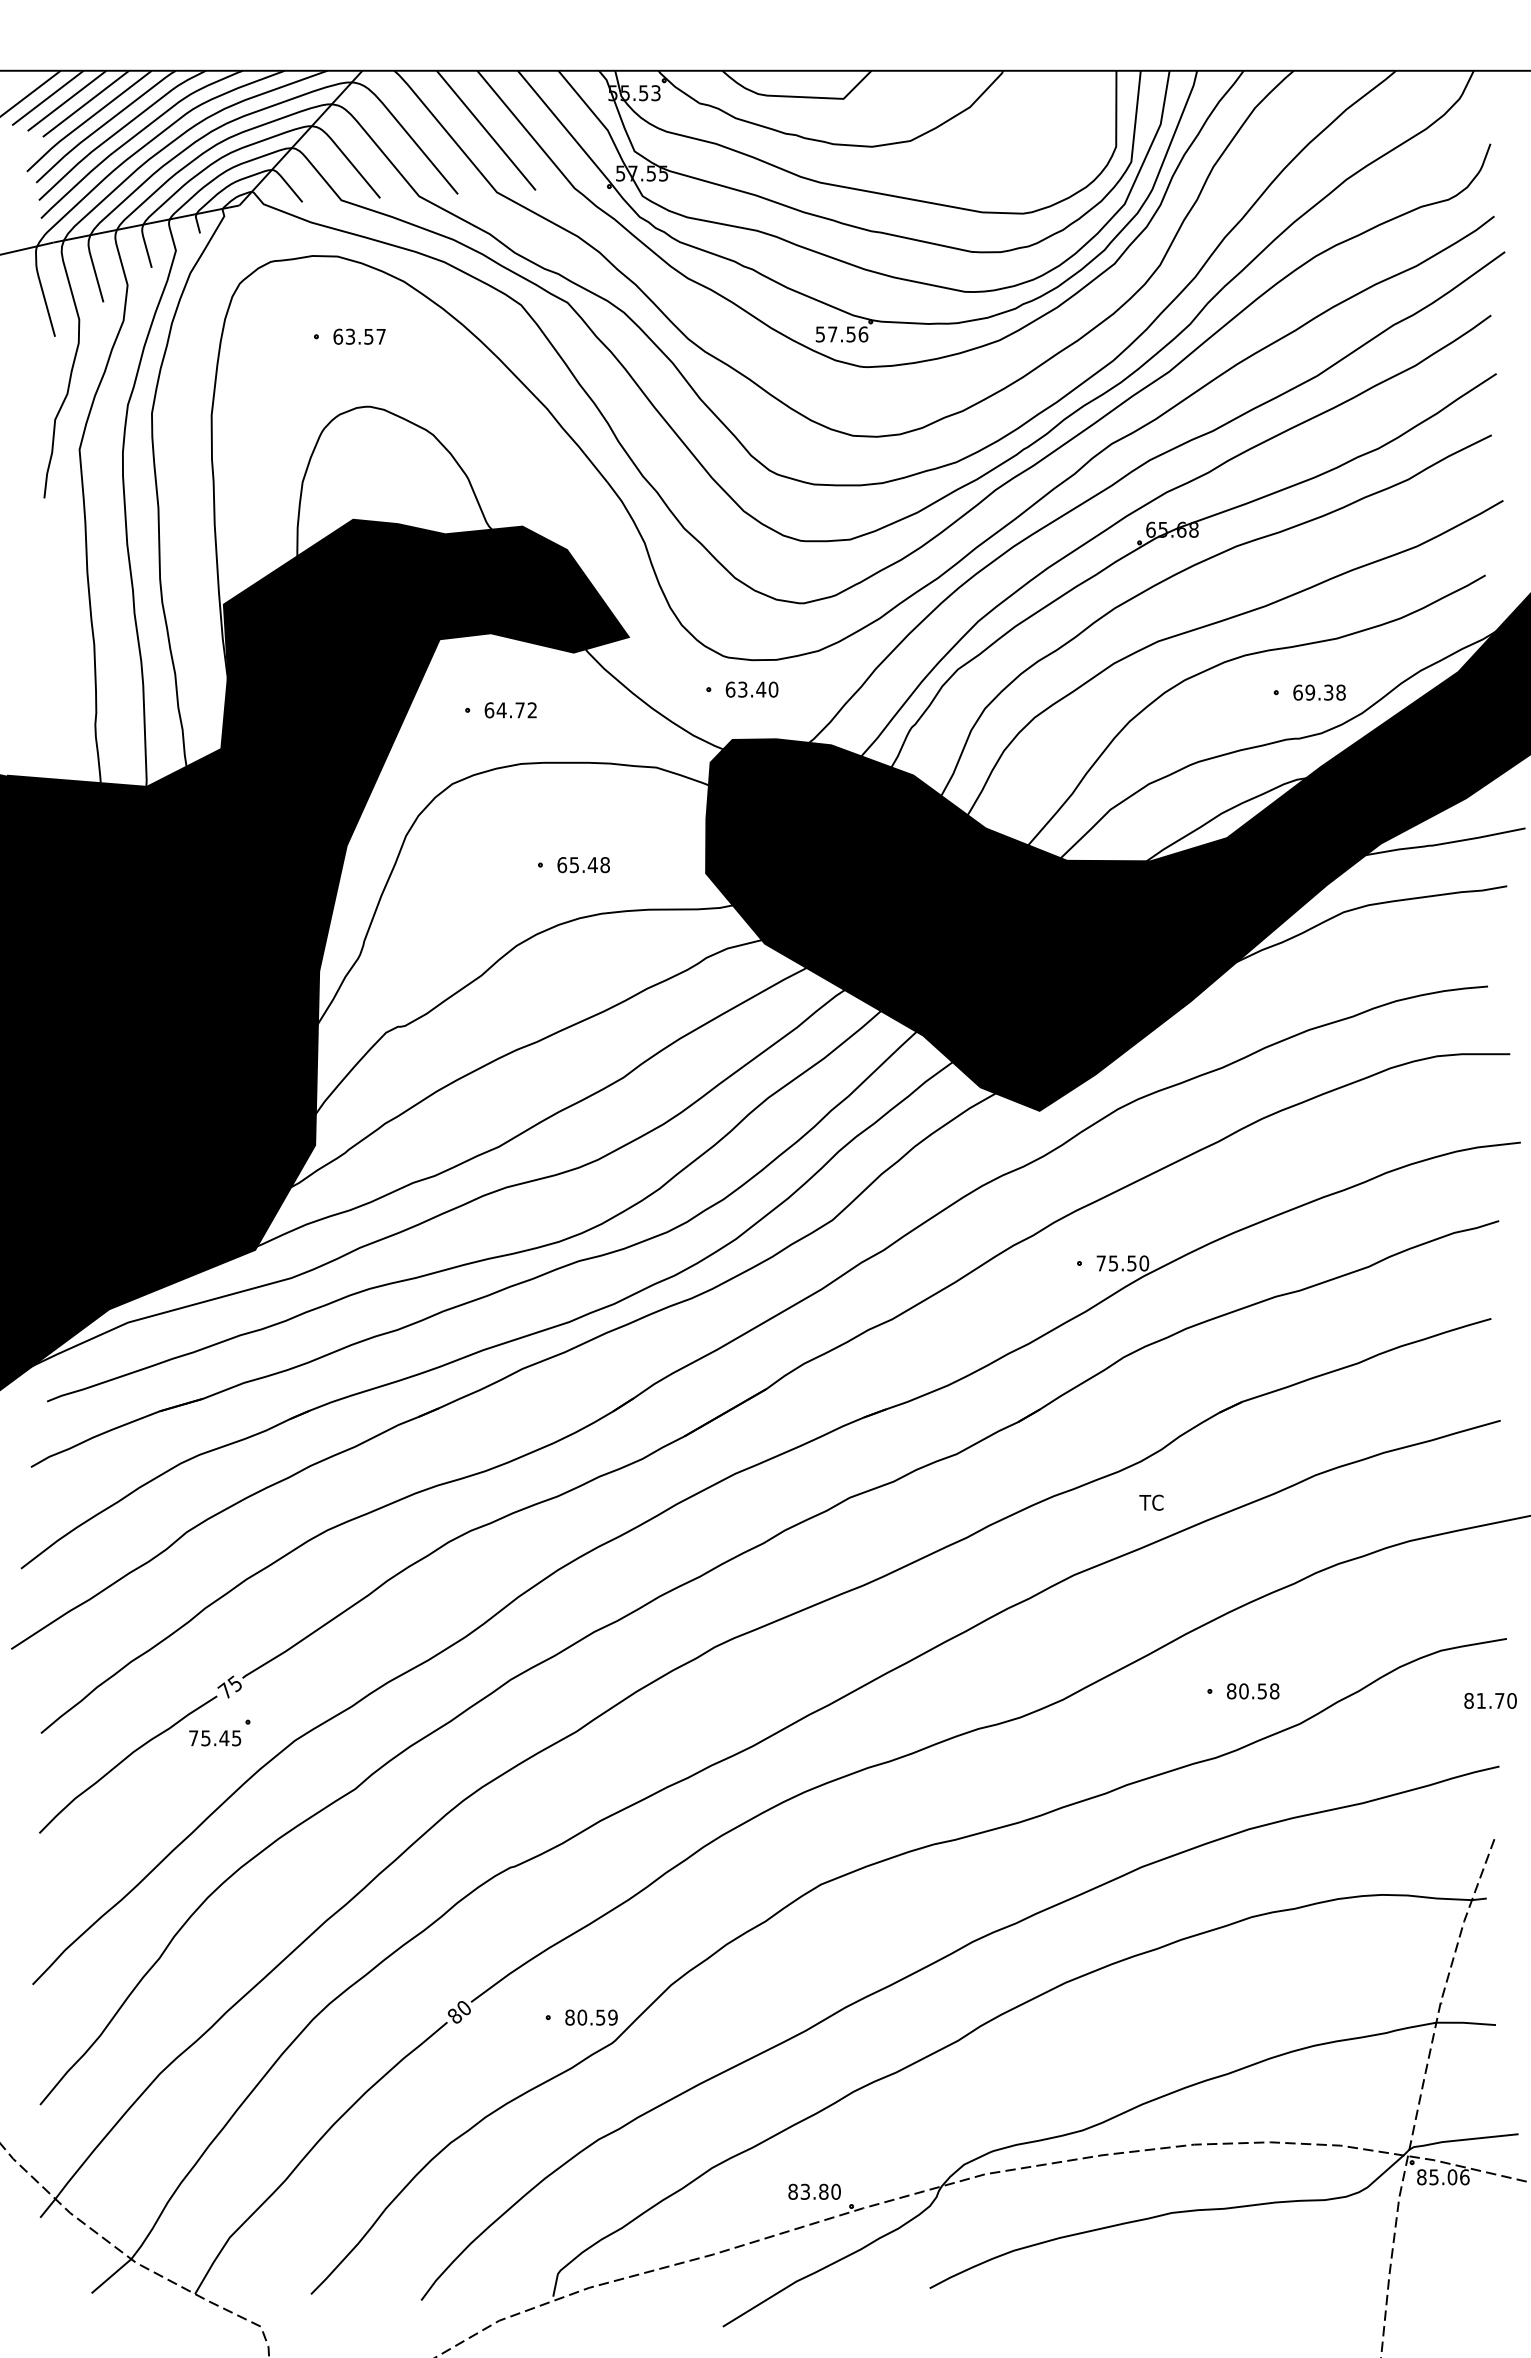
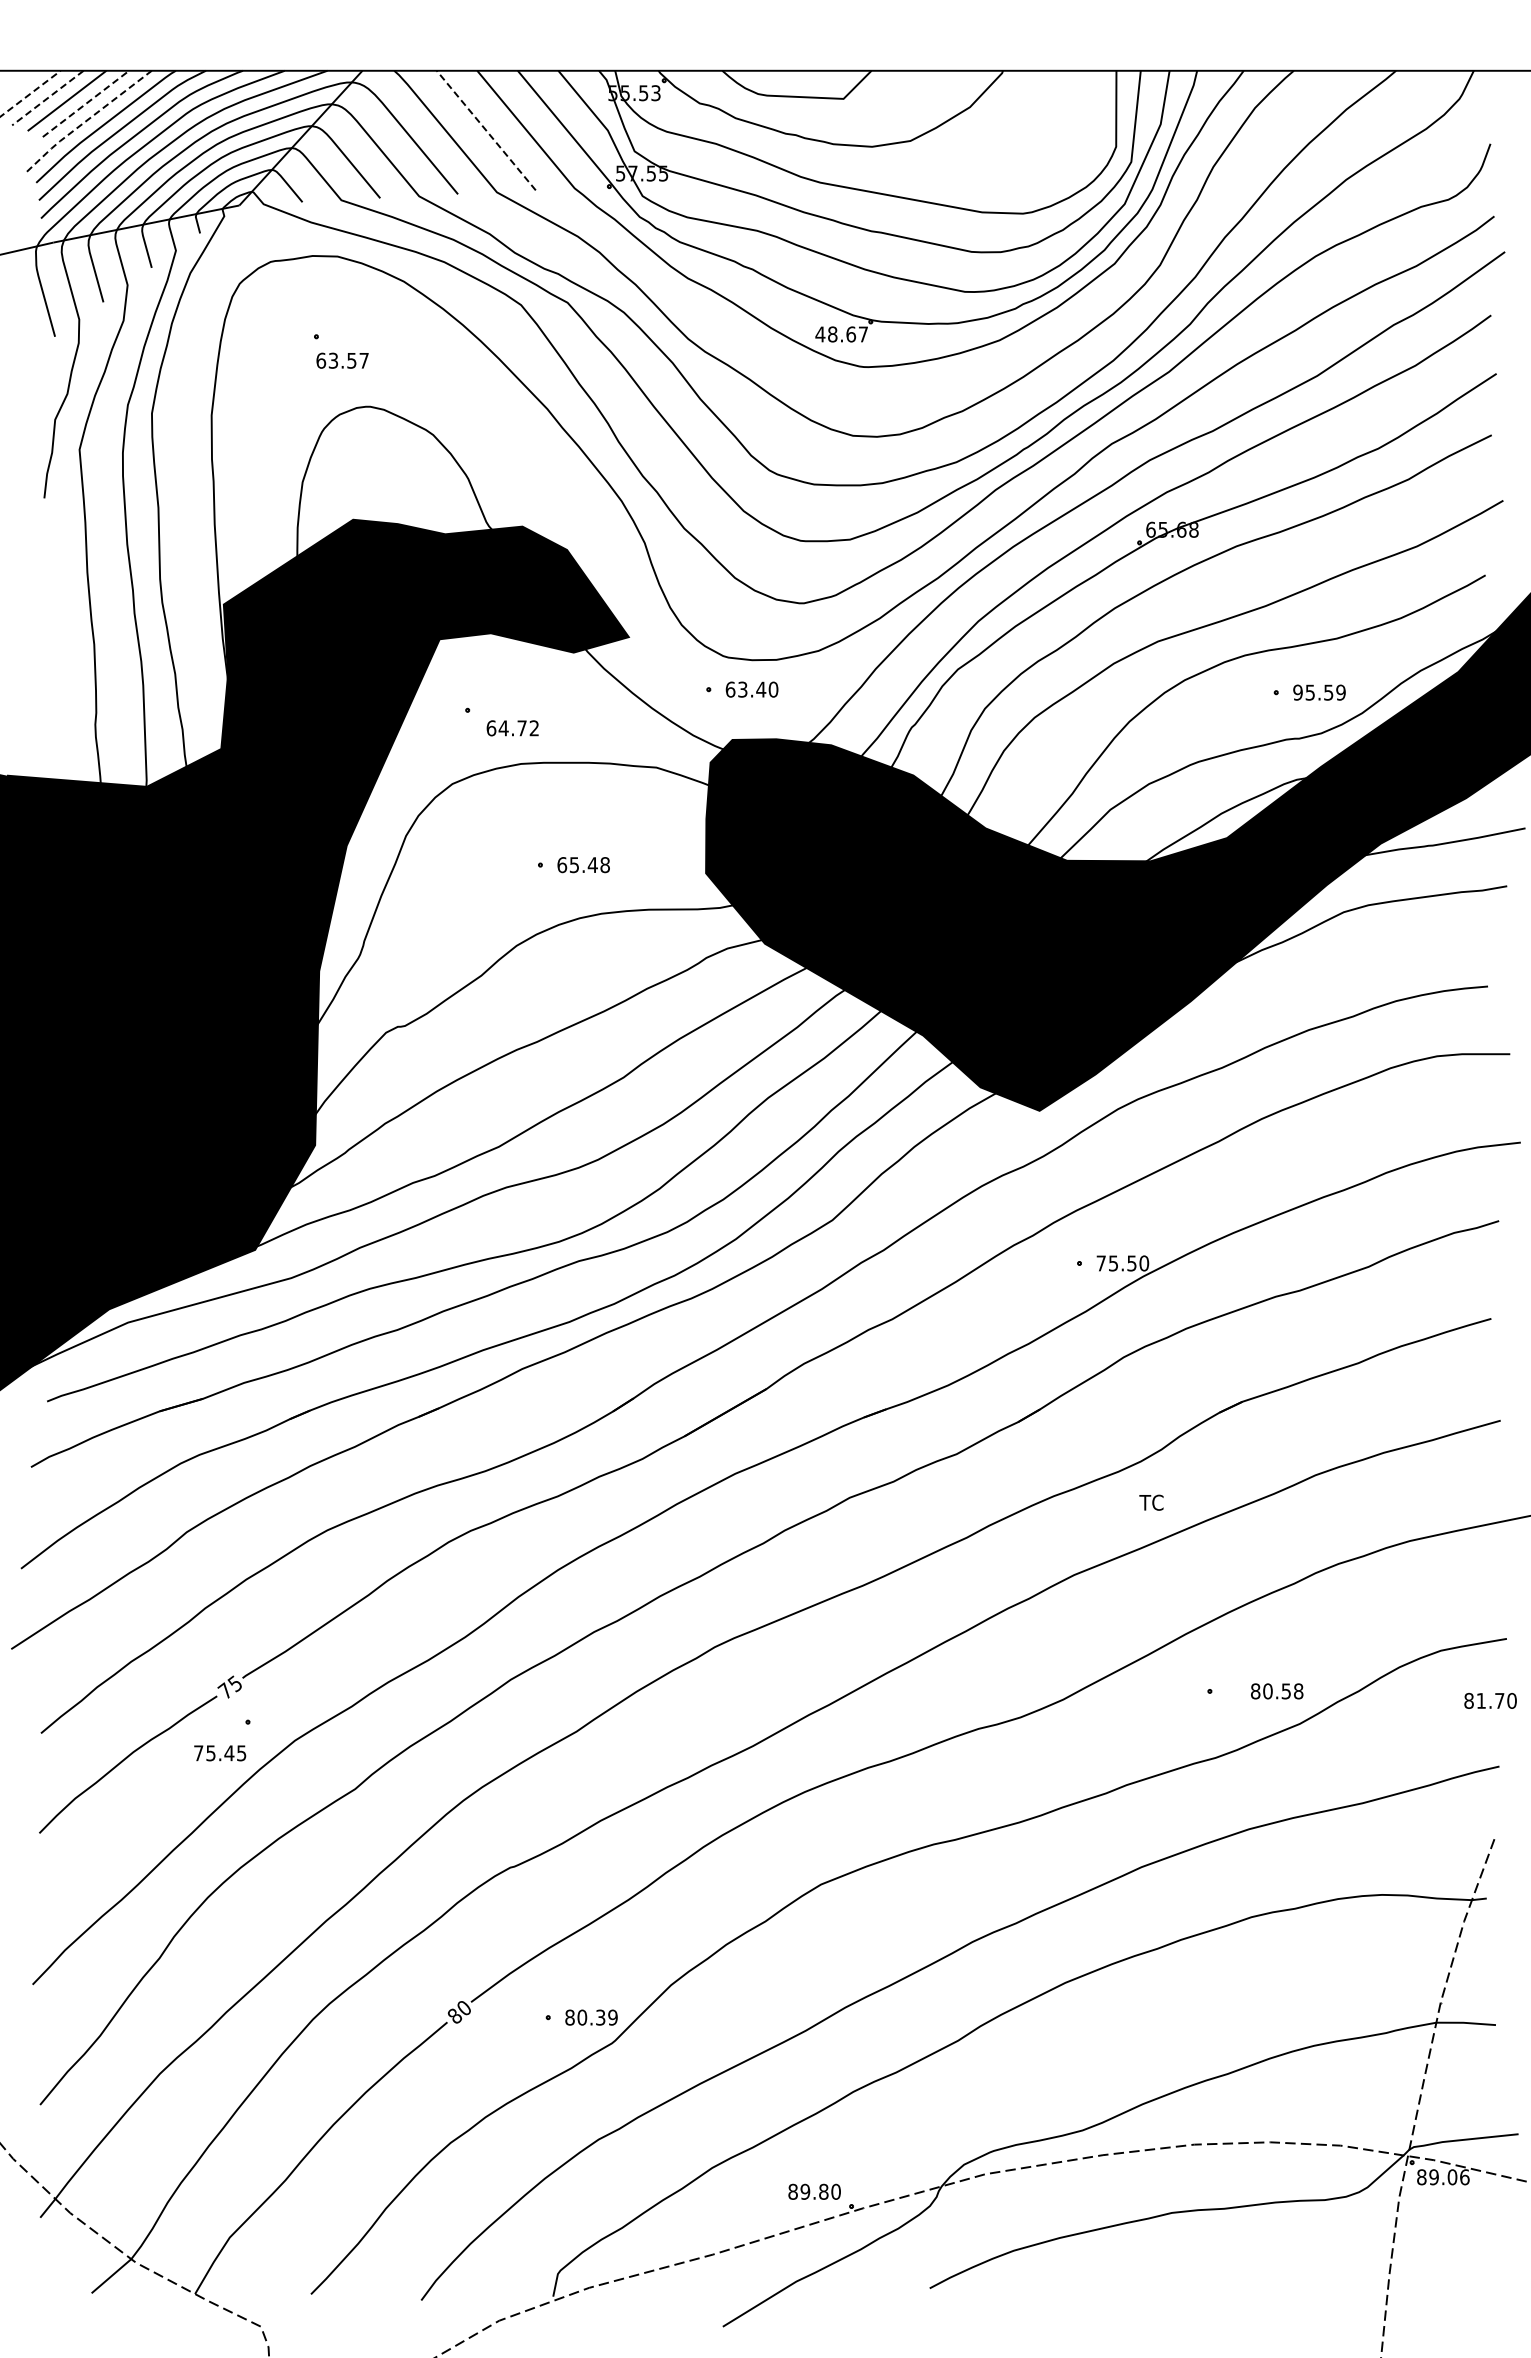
line at (30, 93): solid -> dashed
line at (47, 98): solid -> dashed
line at (86, 103): solid -> dashed
line at (86, 120): solid -> dashed
line at (486, 130): solid -> dashed
text at (841, 334): 57.56 -> 48.67
text at (359, 336) position: (359, 336) -> (342, 360)
text at (1319, 692): 69.38 -> 95.59
text at (510, 710) position: (510, 710) -> (512, 728)
text at (1253, 1691) position: (1253, 1691) -> (1277, 1691)
text at (215, 1738) position: (215, 1738) -> (220, 1753)
text at (600, 2016): 80.59 -> 80.39
text at (1433, 2176): 85.06 -> 89.06
text at (805, 2191): 83.80 -> 89.80
